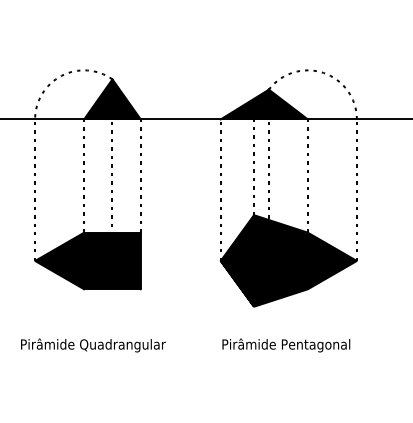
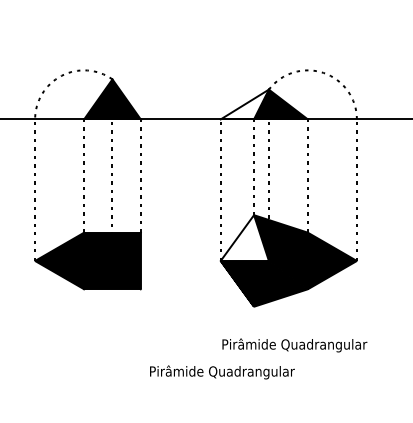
fill at (244, 104): present -> none
fill at (244, 237): present -> none
text at (93, 345) position: (93, 345) -> (222, 372)
text at (324, 345): Pirâmide Pentagonal -> Pirâmide Quadrangular
